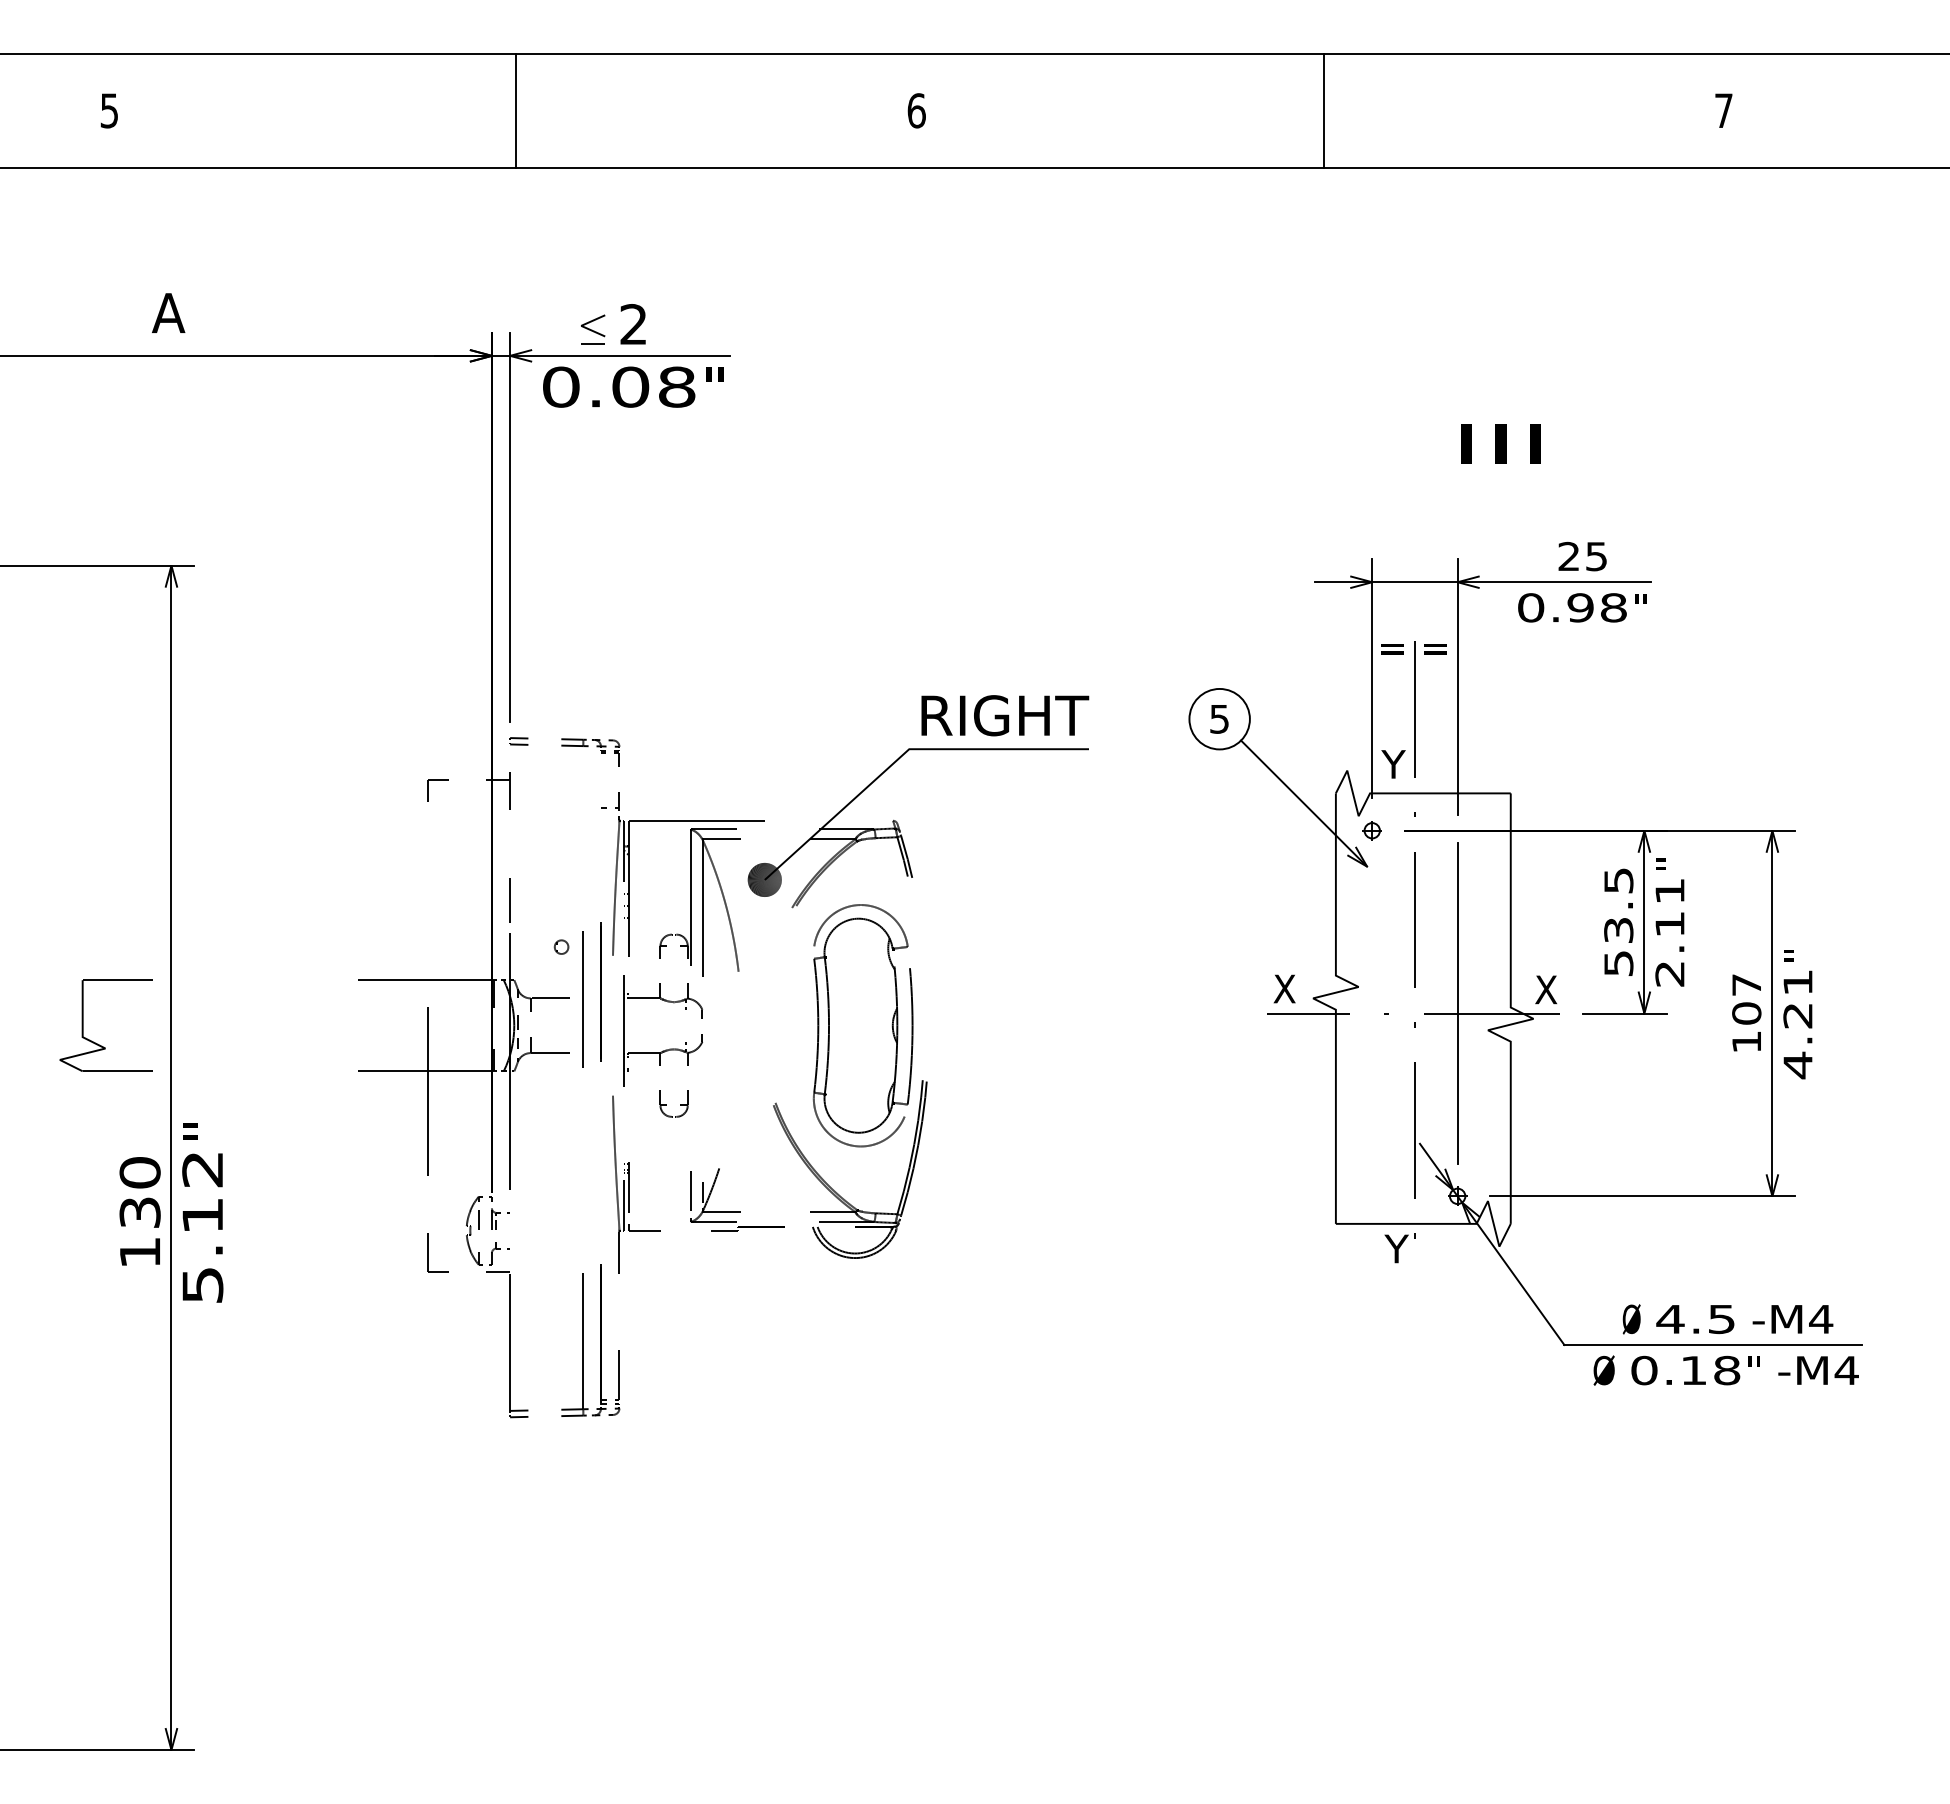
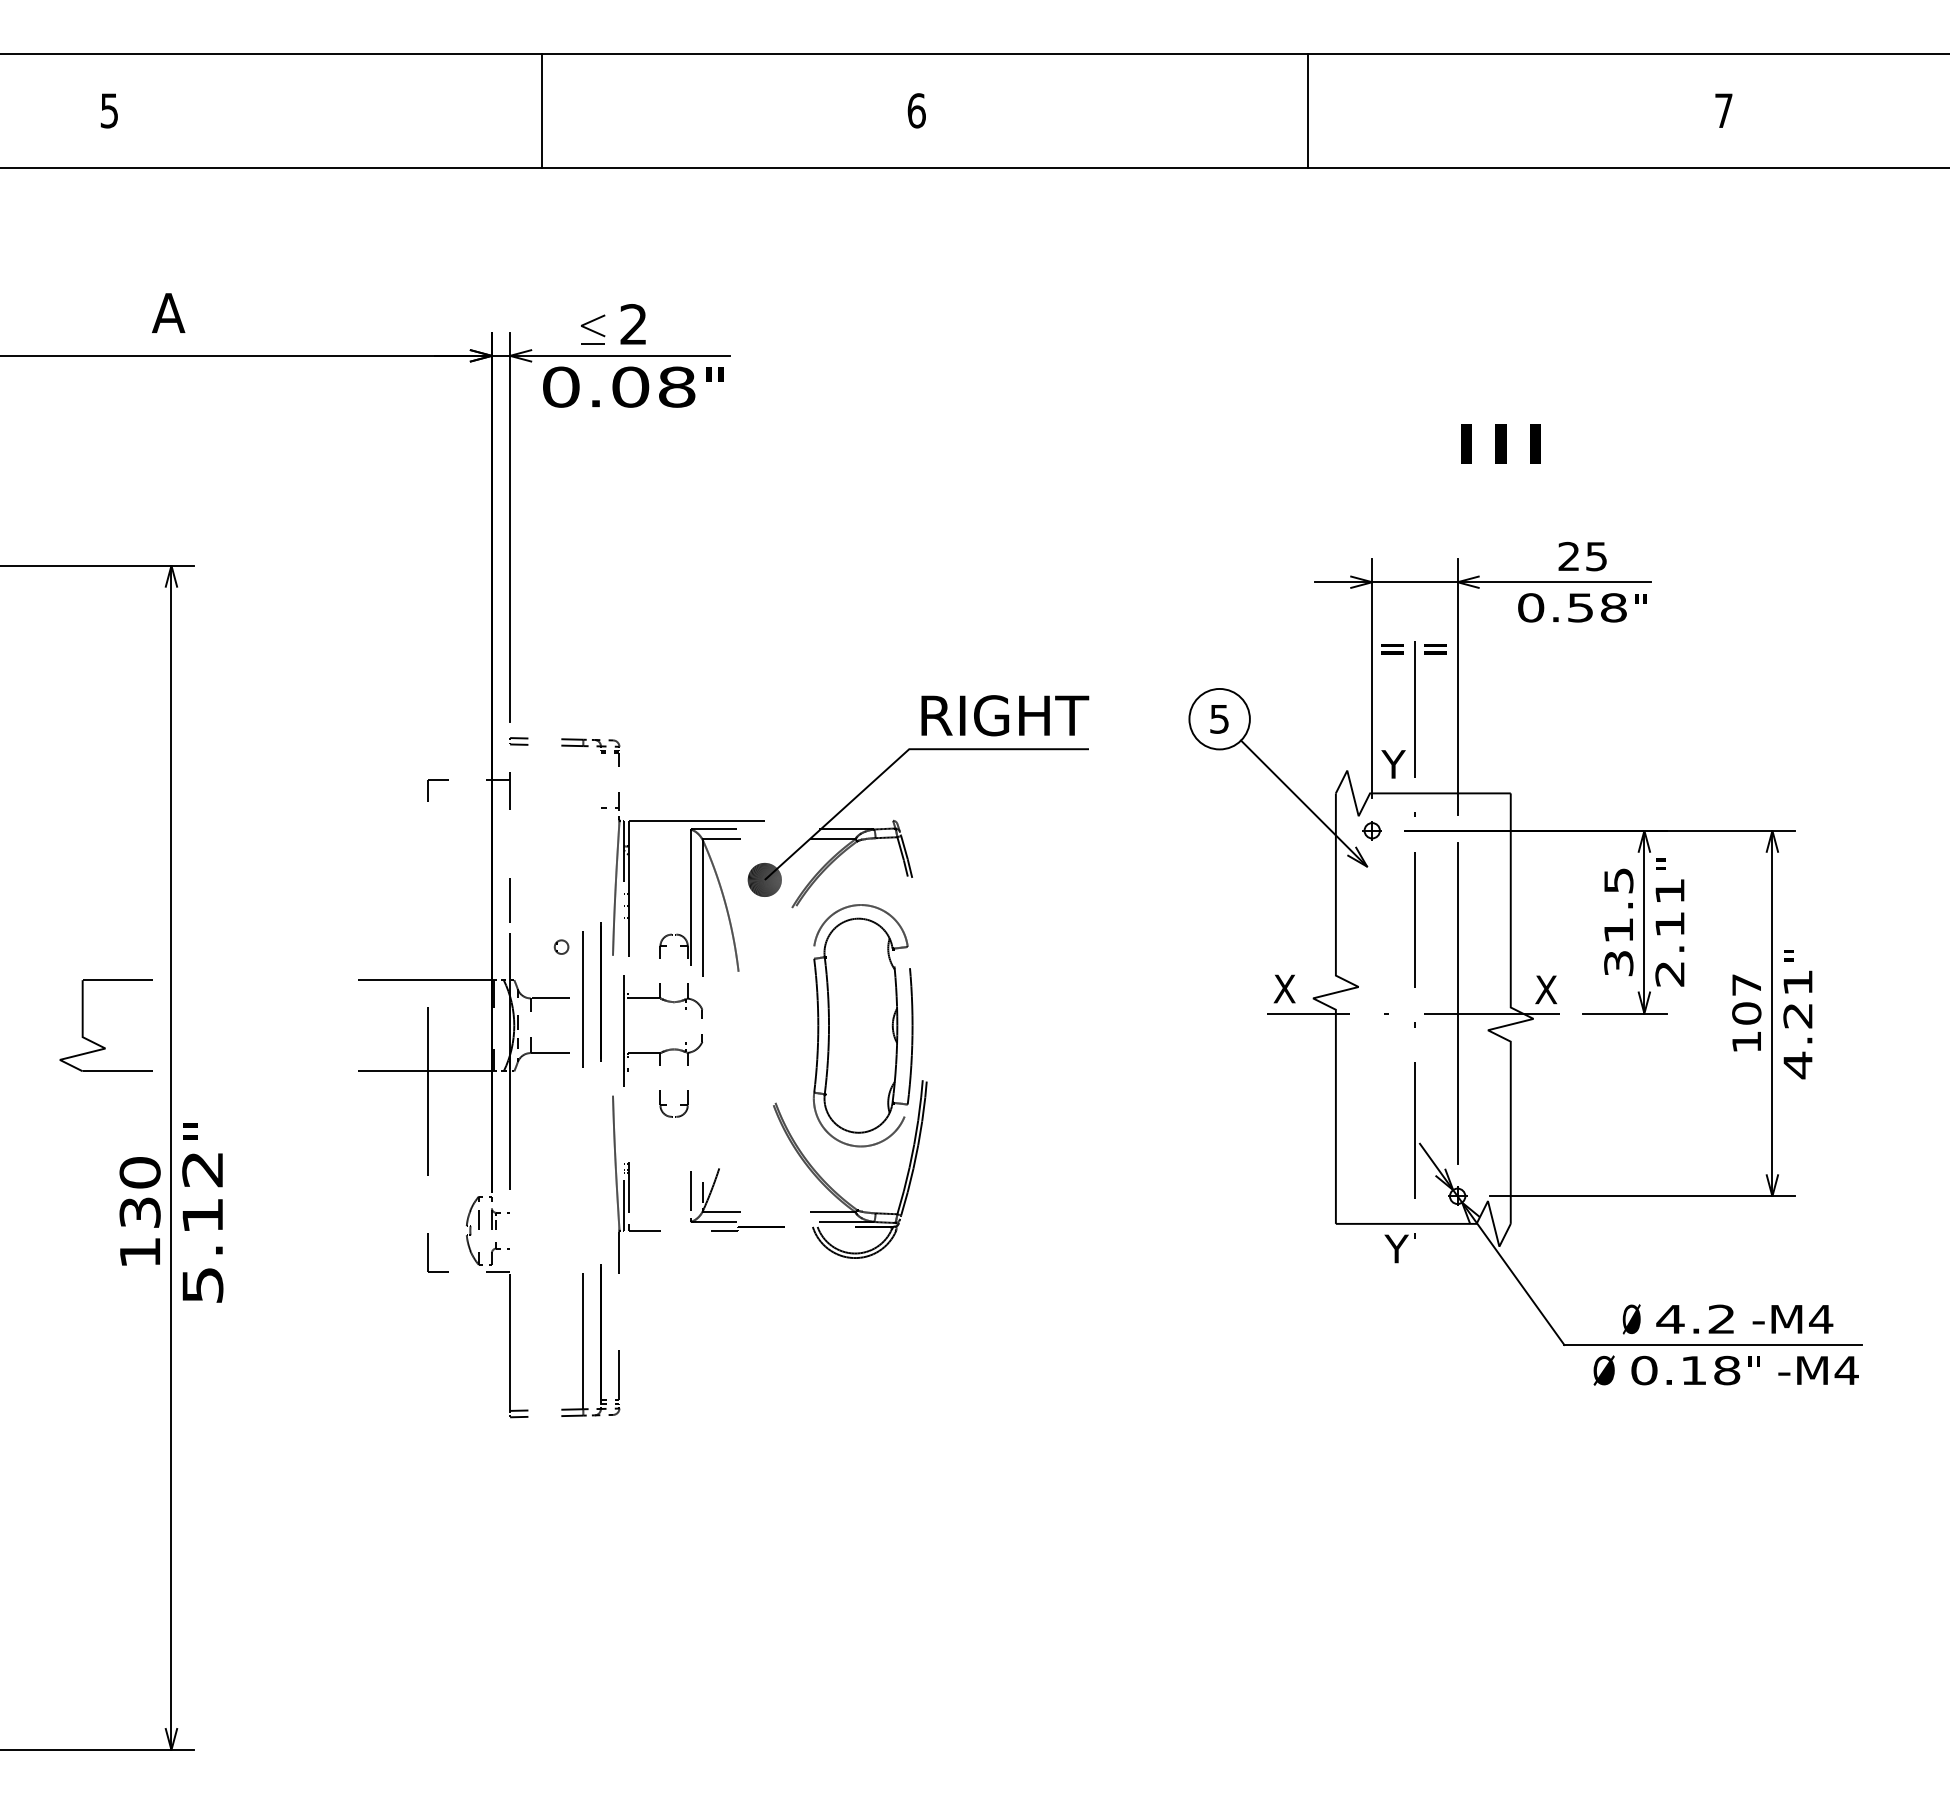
line at (516, 110) position: (516, 110) -> (542, 110)
line at (1323, 110) position: (1323, 110) -> (1307, 110)
text at (1580, 607): 0.98 -> 0.58
text at (1618, 946): 53.5 -> 31.5
text at (1721, 1319): 4.5 -> 4.2
